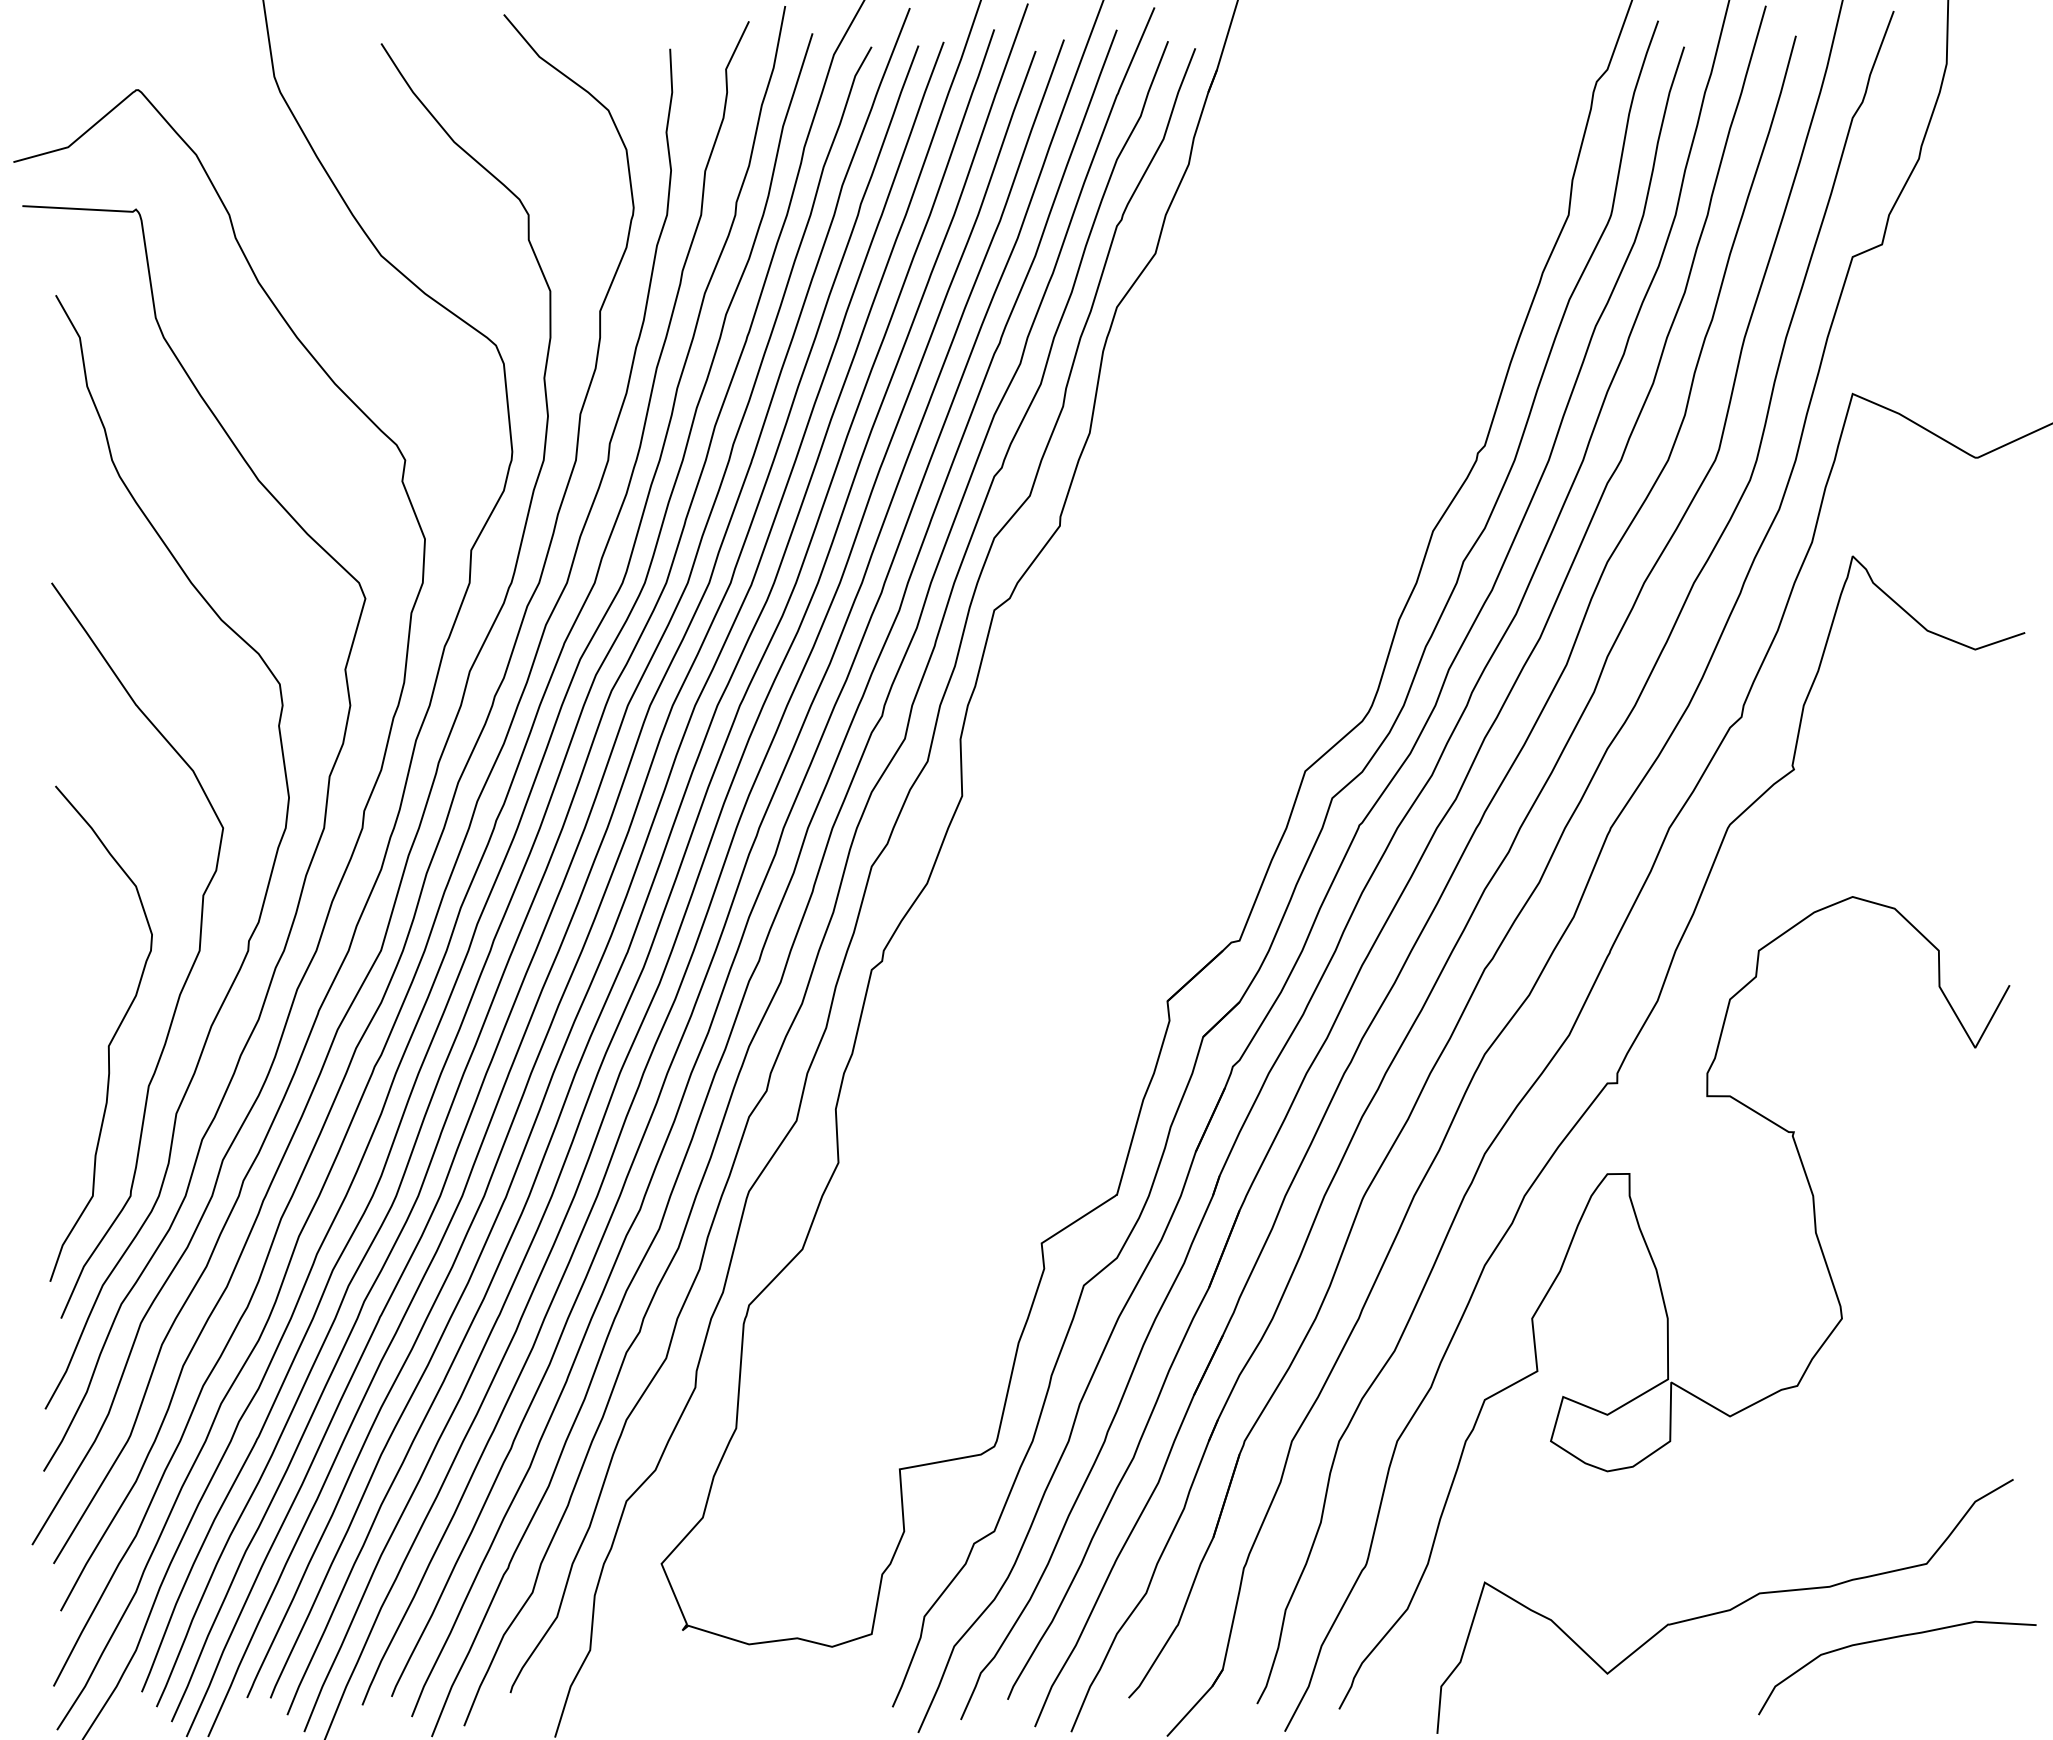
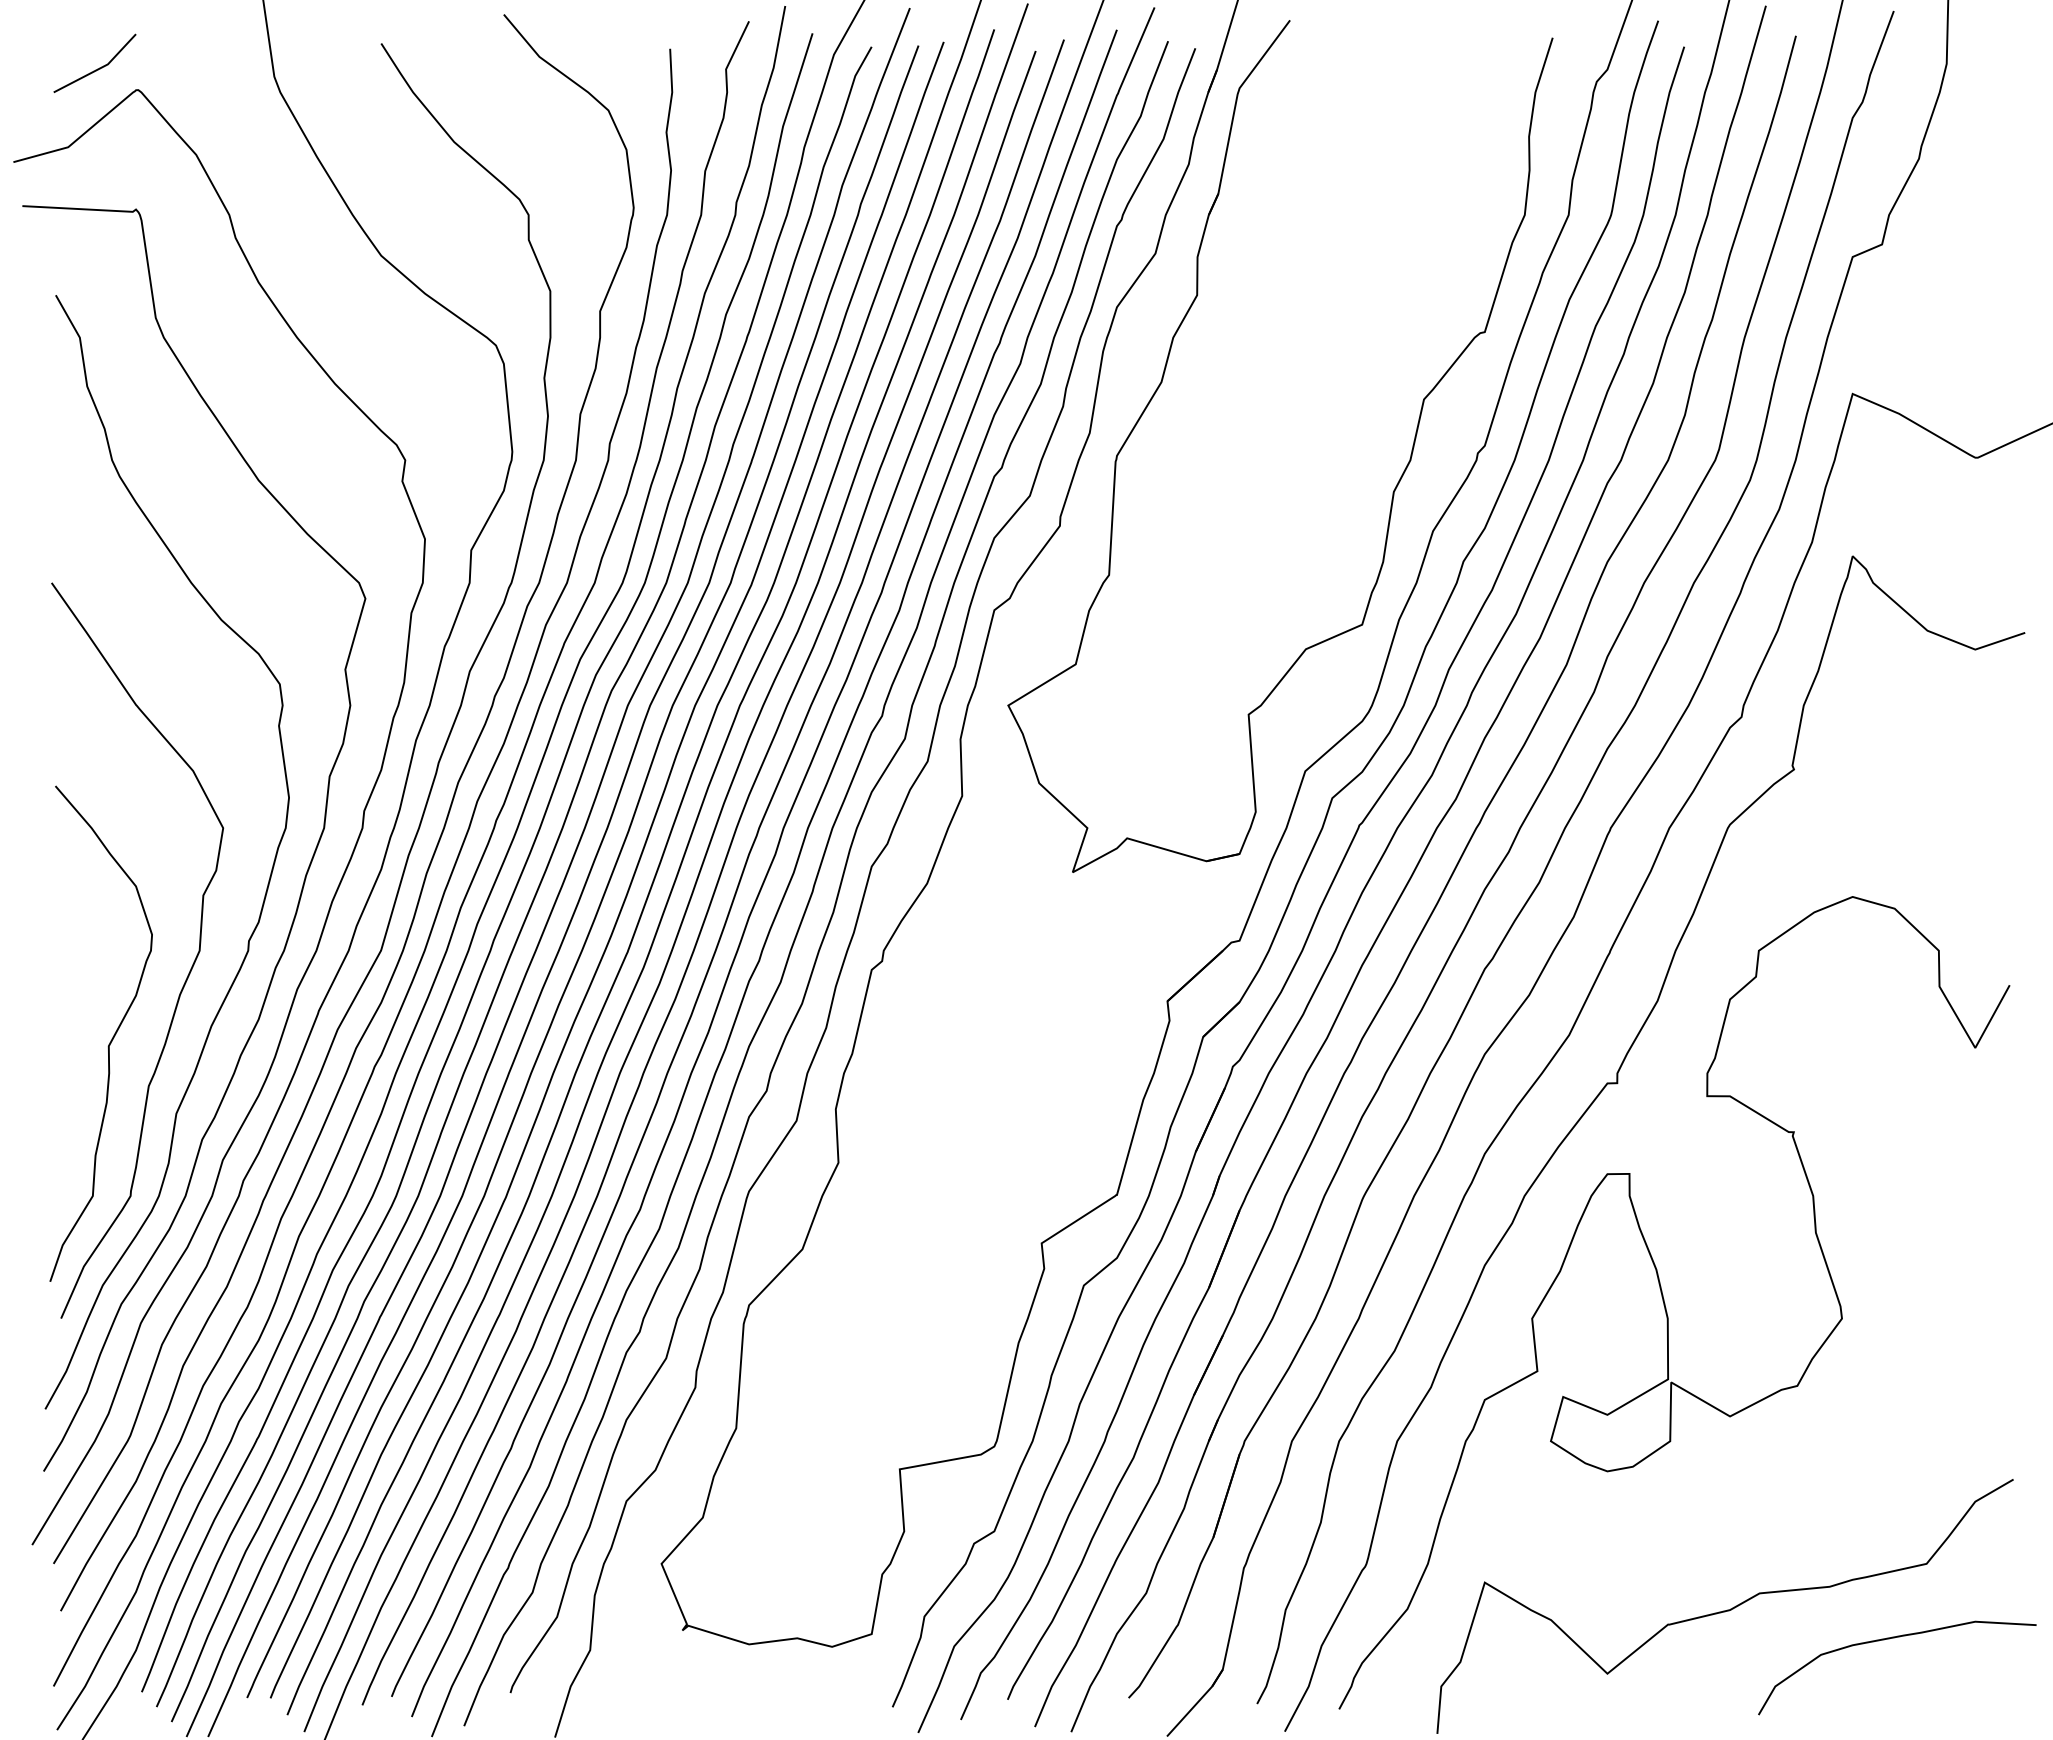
line at (97, 68): none -> present
part at (1392, 492): none -> present
